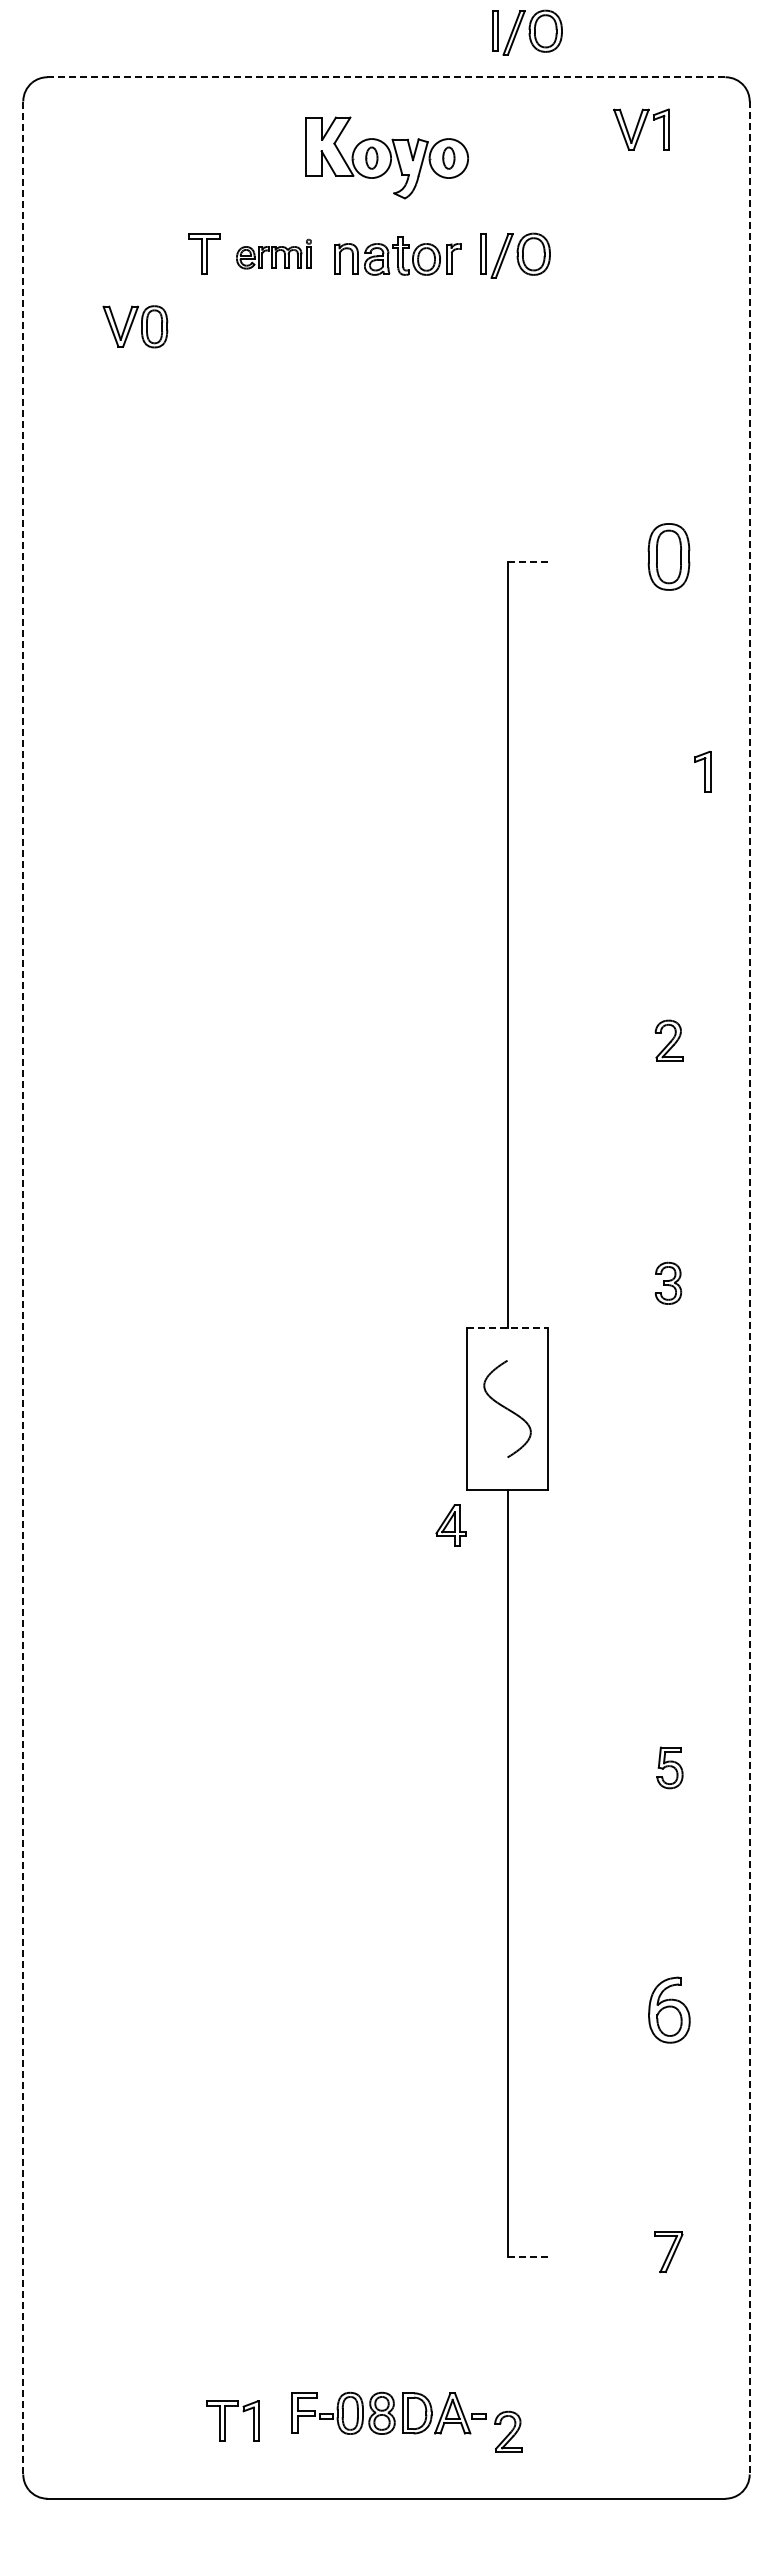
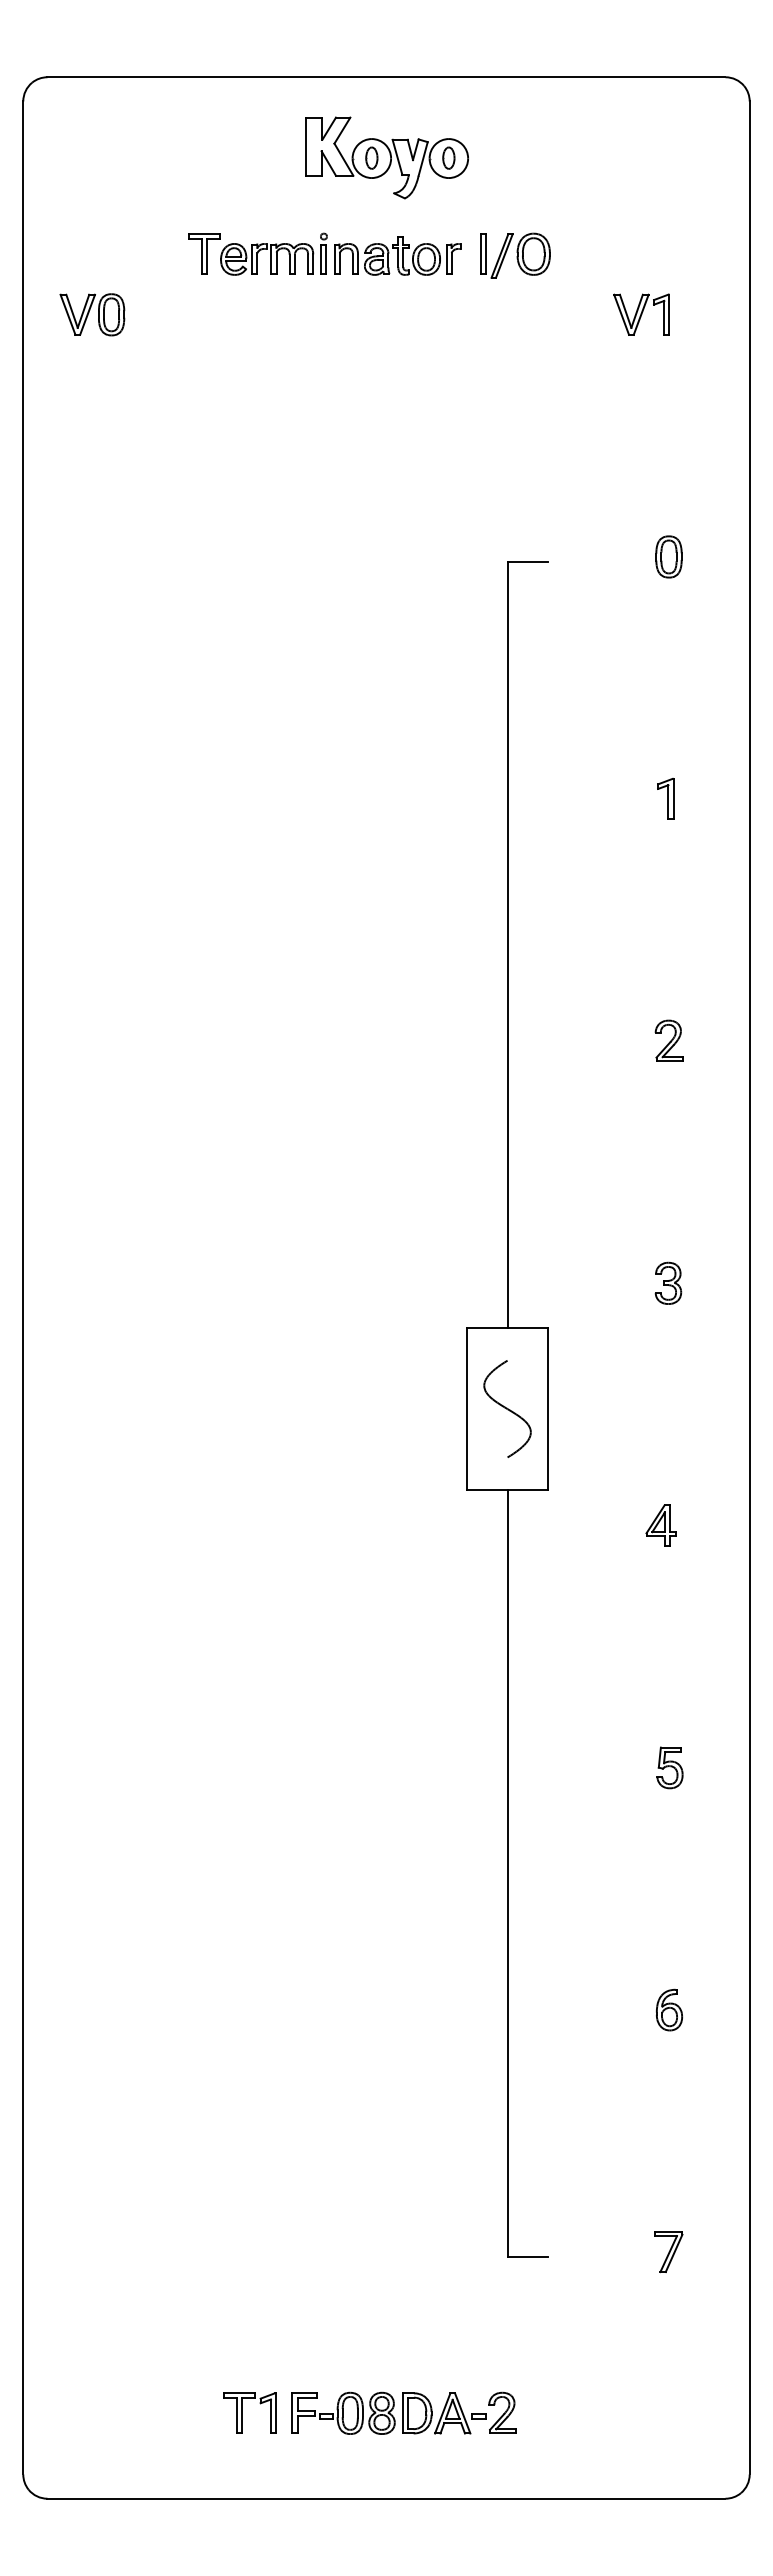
part at (527, 32): present -> none
line at (386, 77): dashed -> solid
part at (641, 129) position: (641, 129) -> (641, 314)
part at (273, 253) size: 76x32 px -> 108x44 px
part at (135, 326) position: (135, 326) -> (92, 314)
part at (668, 556) size: 44x68 px -> 28x44 px
line at (527, 561): dashed -> solid
part at (702, 771) position: (702, 771) -> (665, 798)
line at (23, 1287): dashed -> solid
line at (749, 1288): dashed -> solid
line at (508, 1328): dashed -> solid
part at (450, 1525) position: (450, 1525) -> (660, 1525)
part at (669, 2009) size: 43x68 px -> 27x44 px
line at (528, 2256): dashed -> solid
part at (225, 2420) position: (225, 2420) -> (242, 2412)
part at (508, 2431) position: (508, 2431) -> (502, 2412)
